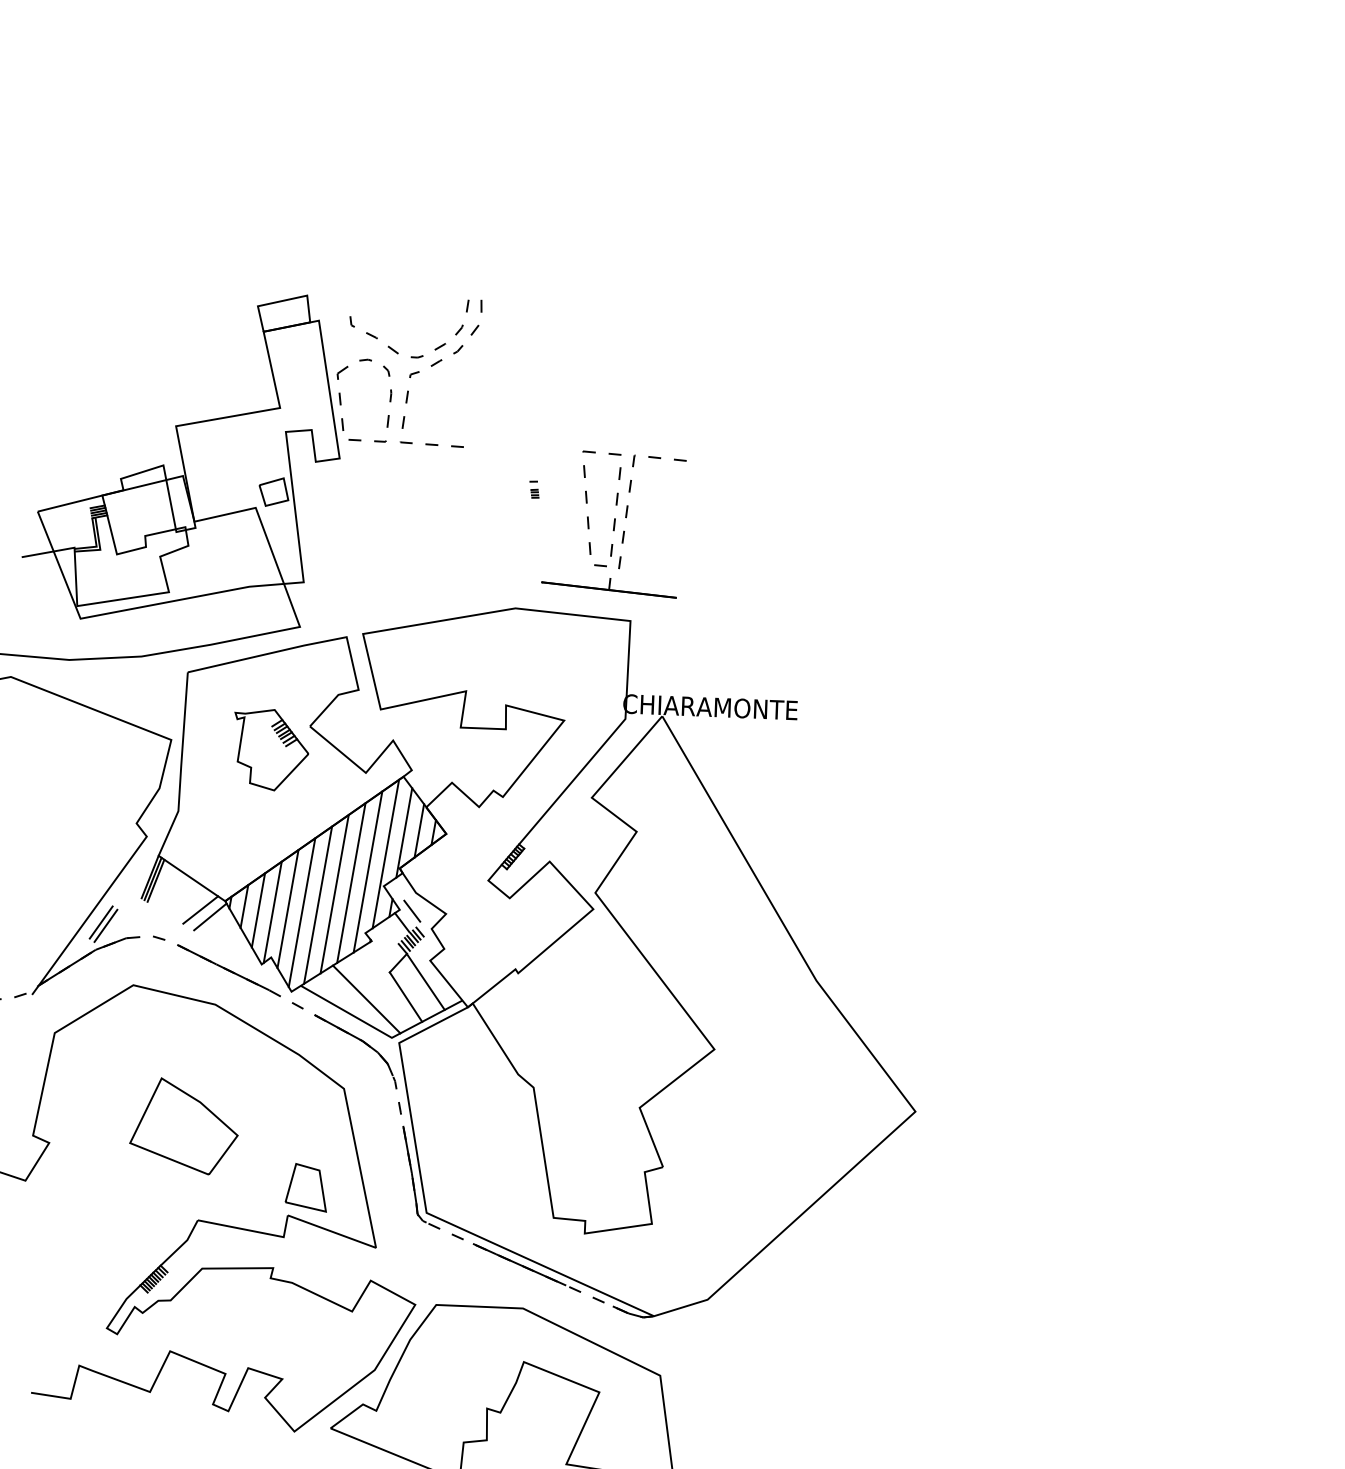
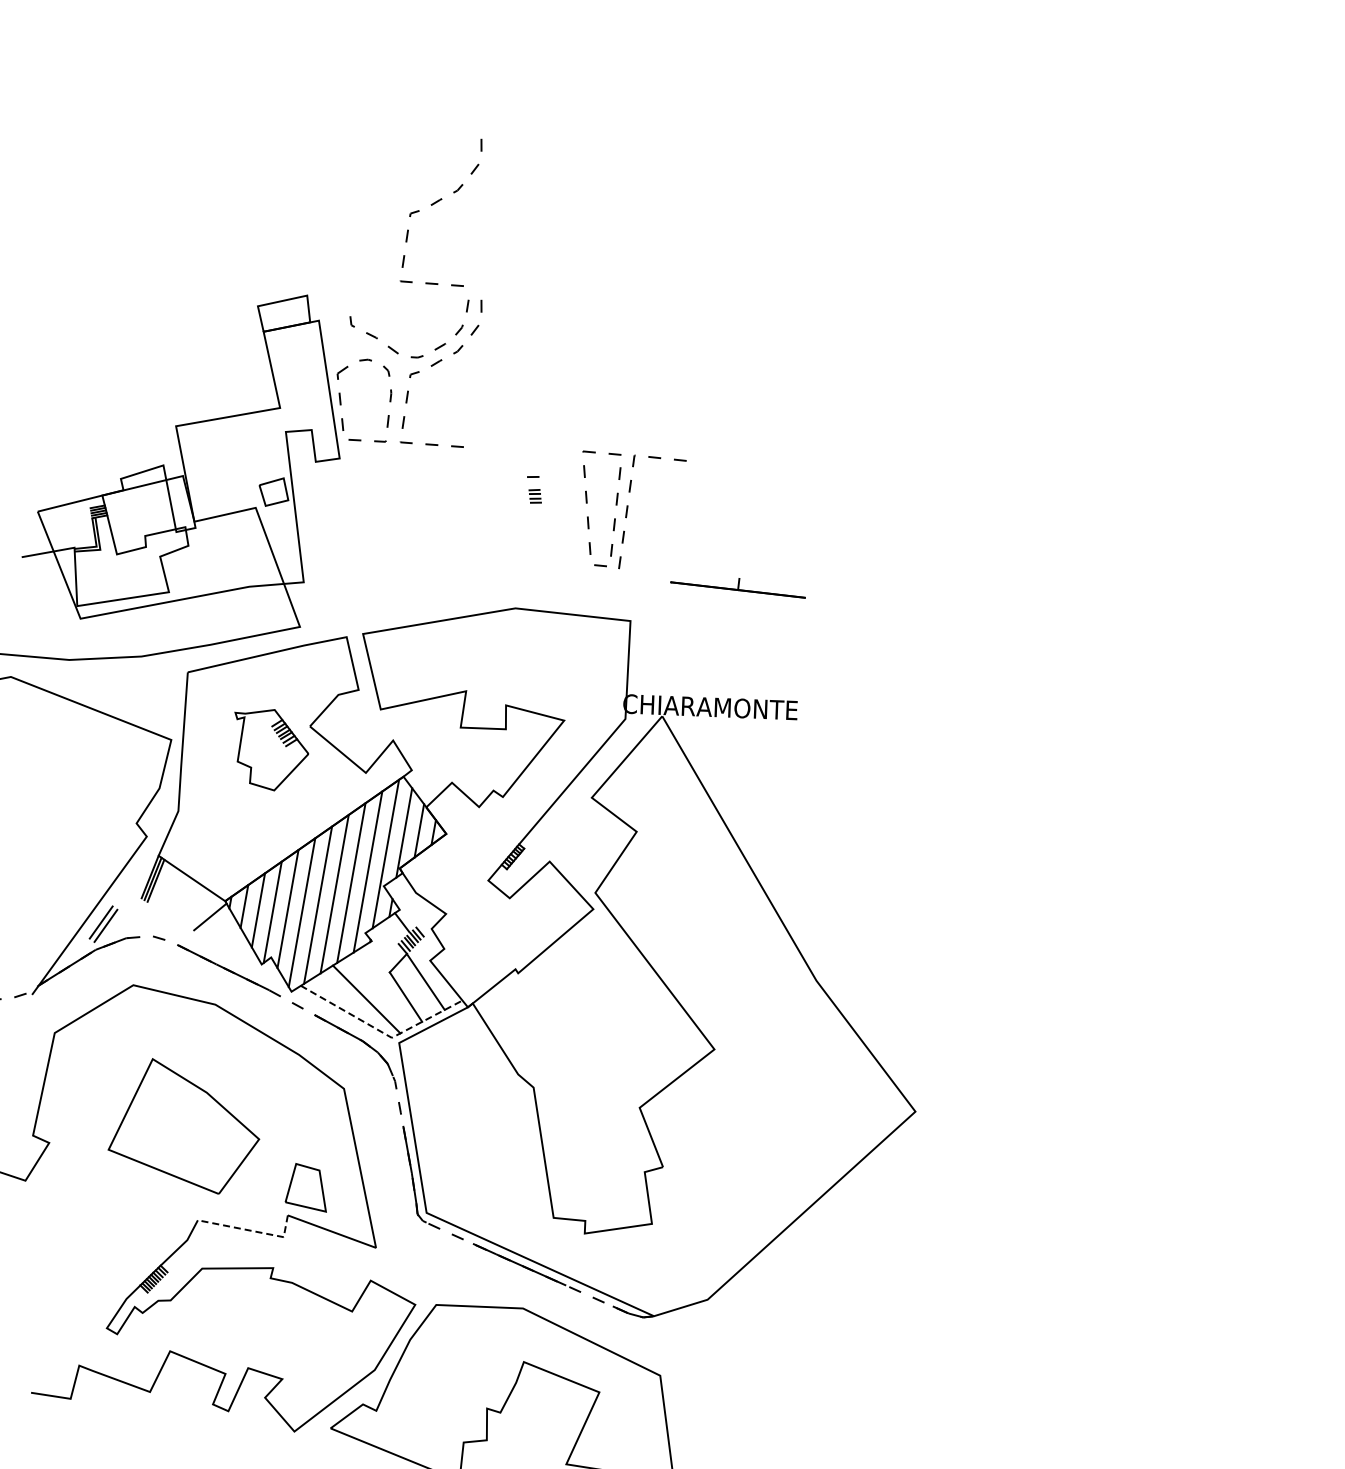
part at (436, 203): none -> present
part at (534, 489) size: 11x19 px -> 15x28 px
part at (608, 588) position: (608, 588) -> (737, 588)
line at (200, 909): present -> none
line at (412, 910): present -> none
line at (381, 1031): solid -> dashed
part at (183, 1126) size: 110x99 px -> 154x137 px
line at (252, 1231): solid -> dashed
